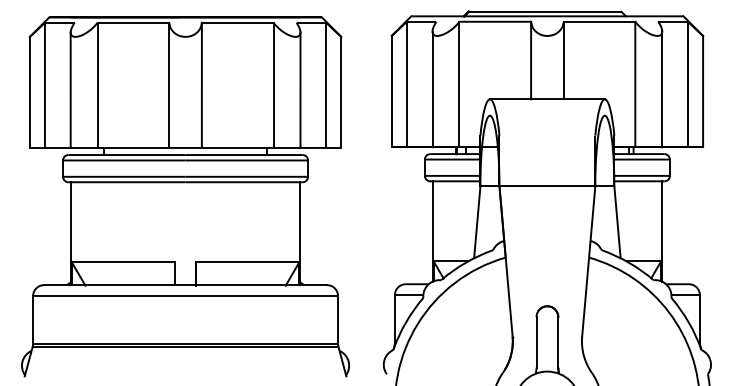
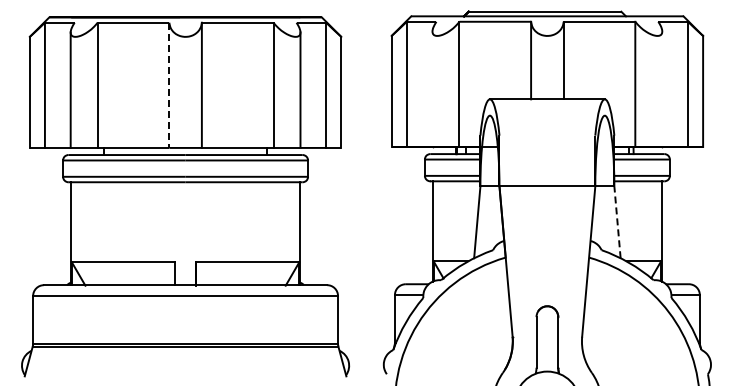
line at (169, 85): solid -> dashed
line at (432, 89): present -> none
line at (662, 89): present -> none
line at (617, 221): solid -> dashed
